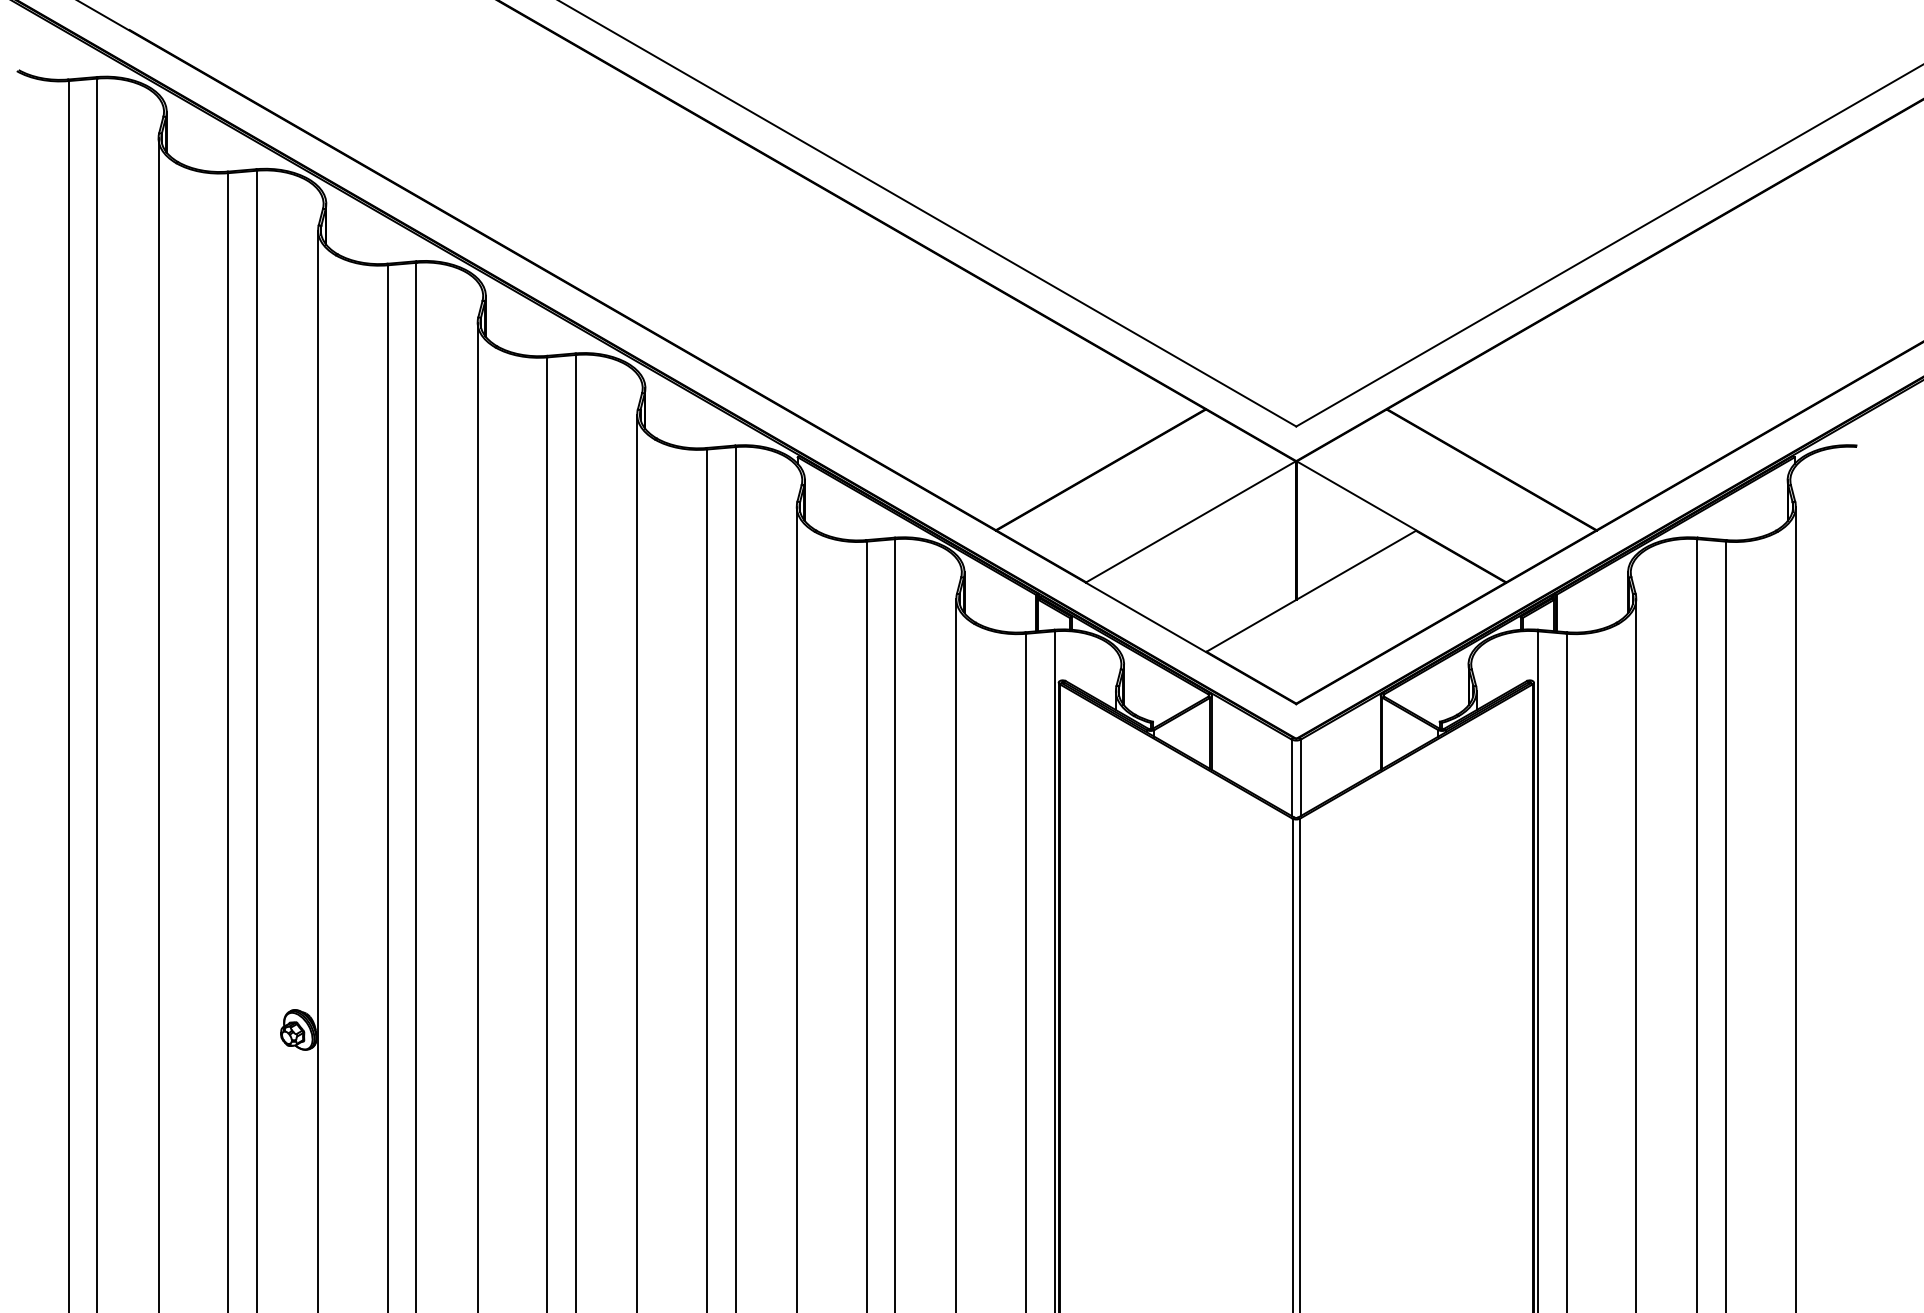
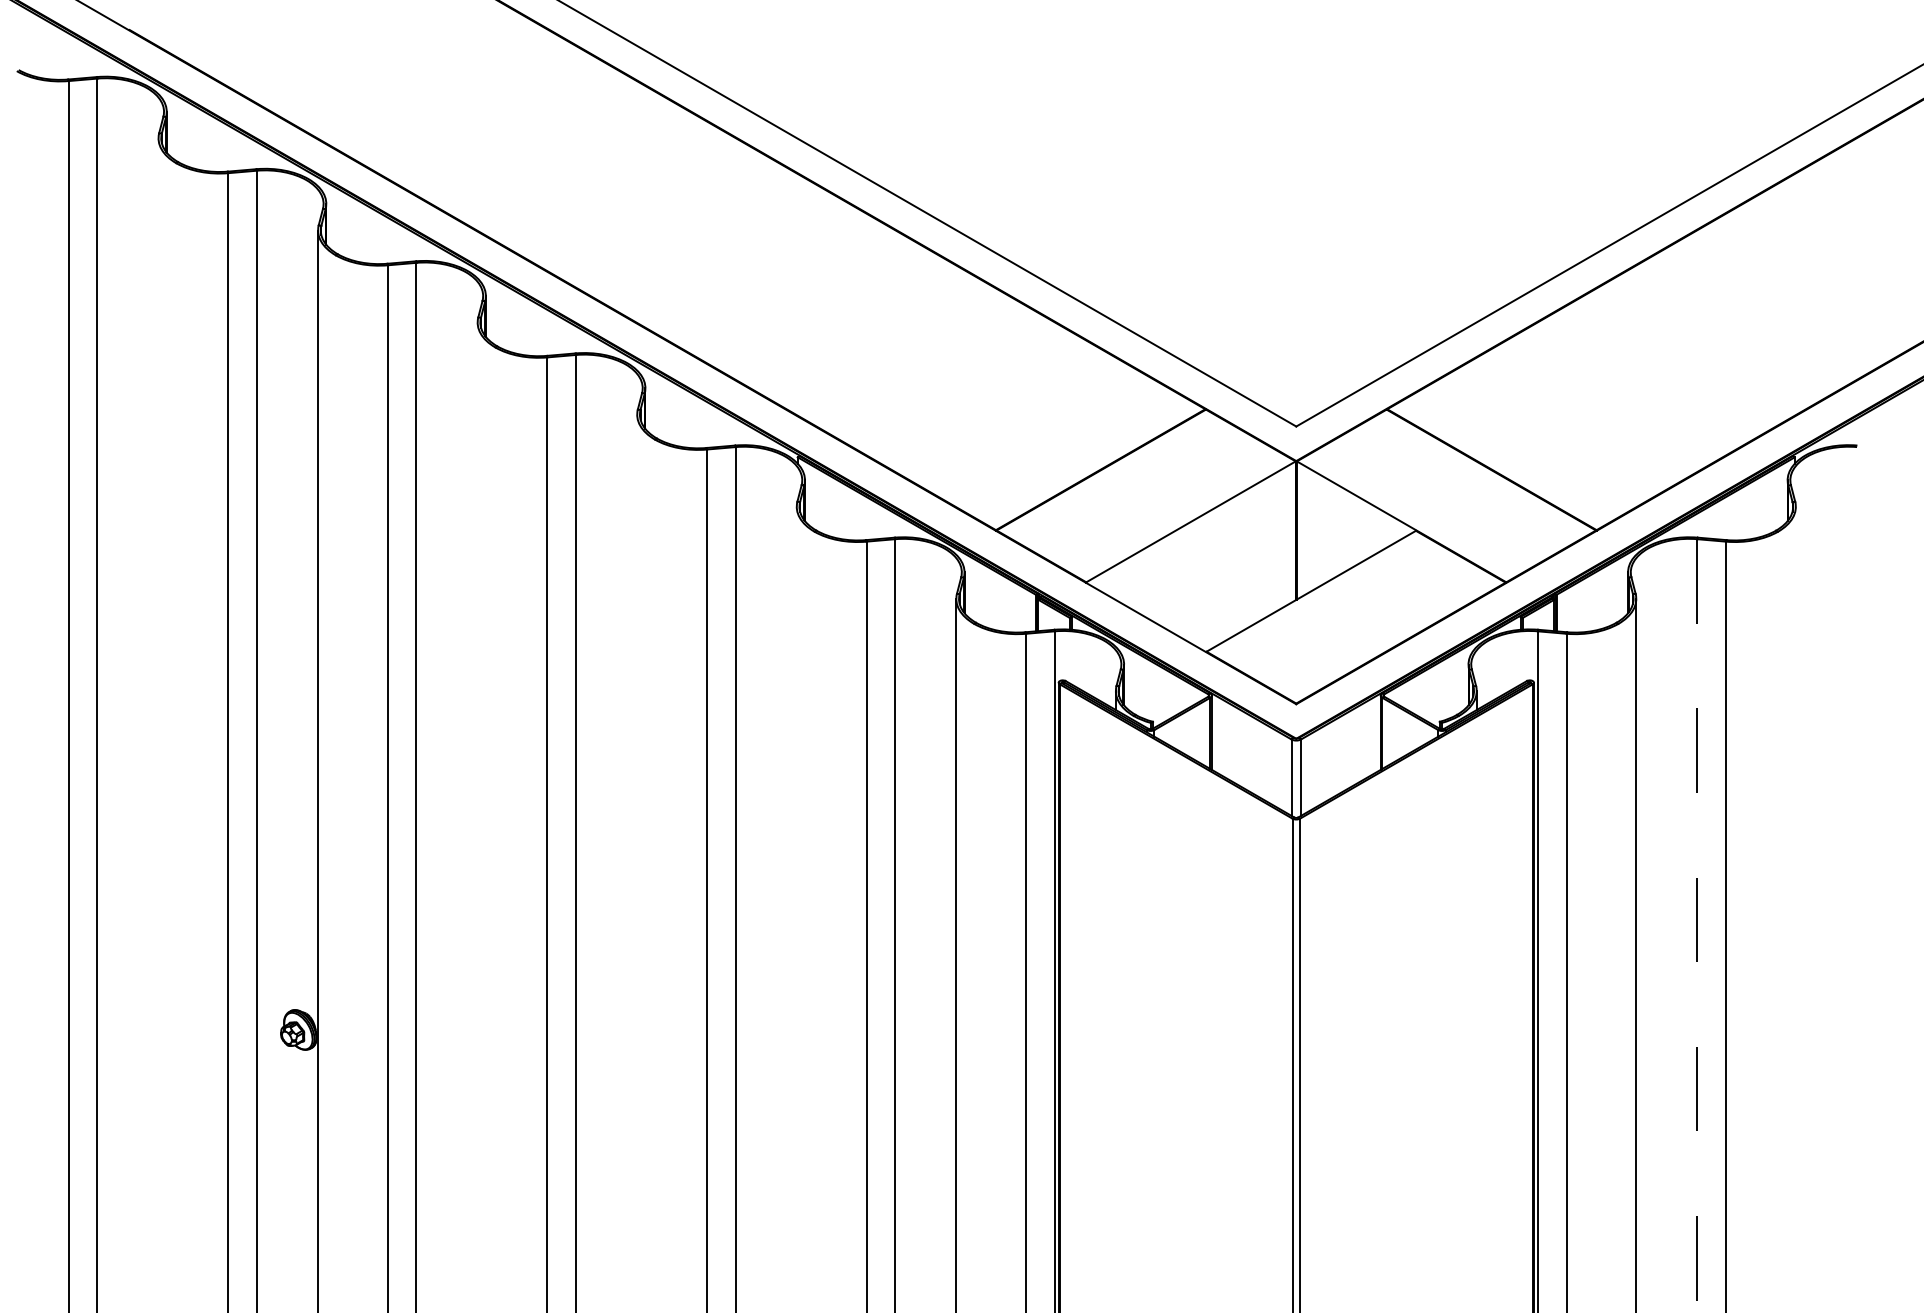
line at (158, 723): present -> none
line at (477, 815): present -> none
line at (637, 861): present -> none
line at (796, 907): present -> none
line at (1795, 907): present -> none
line at (1697, 926): solid -> dashed
